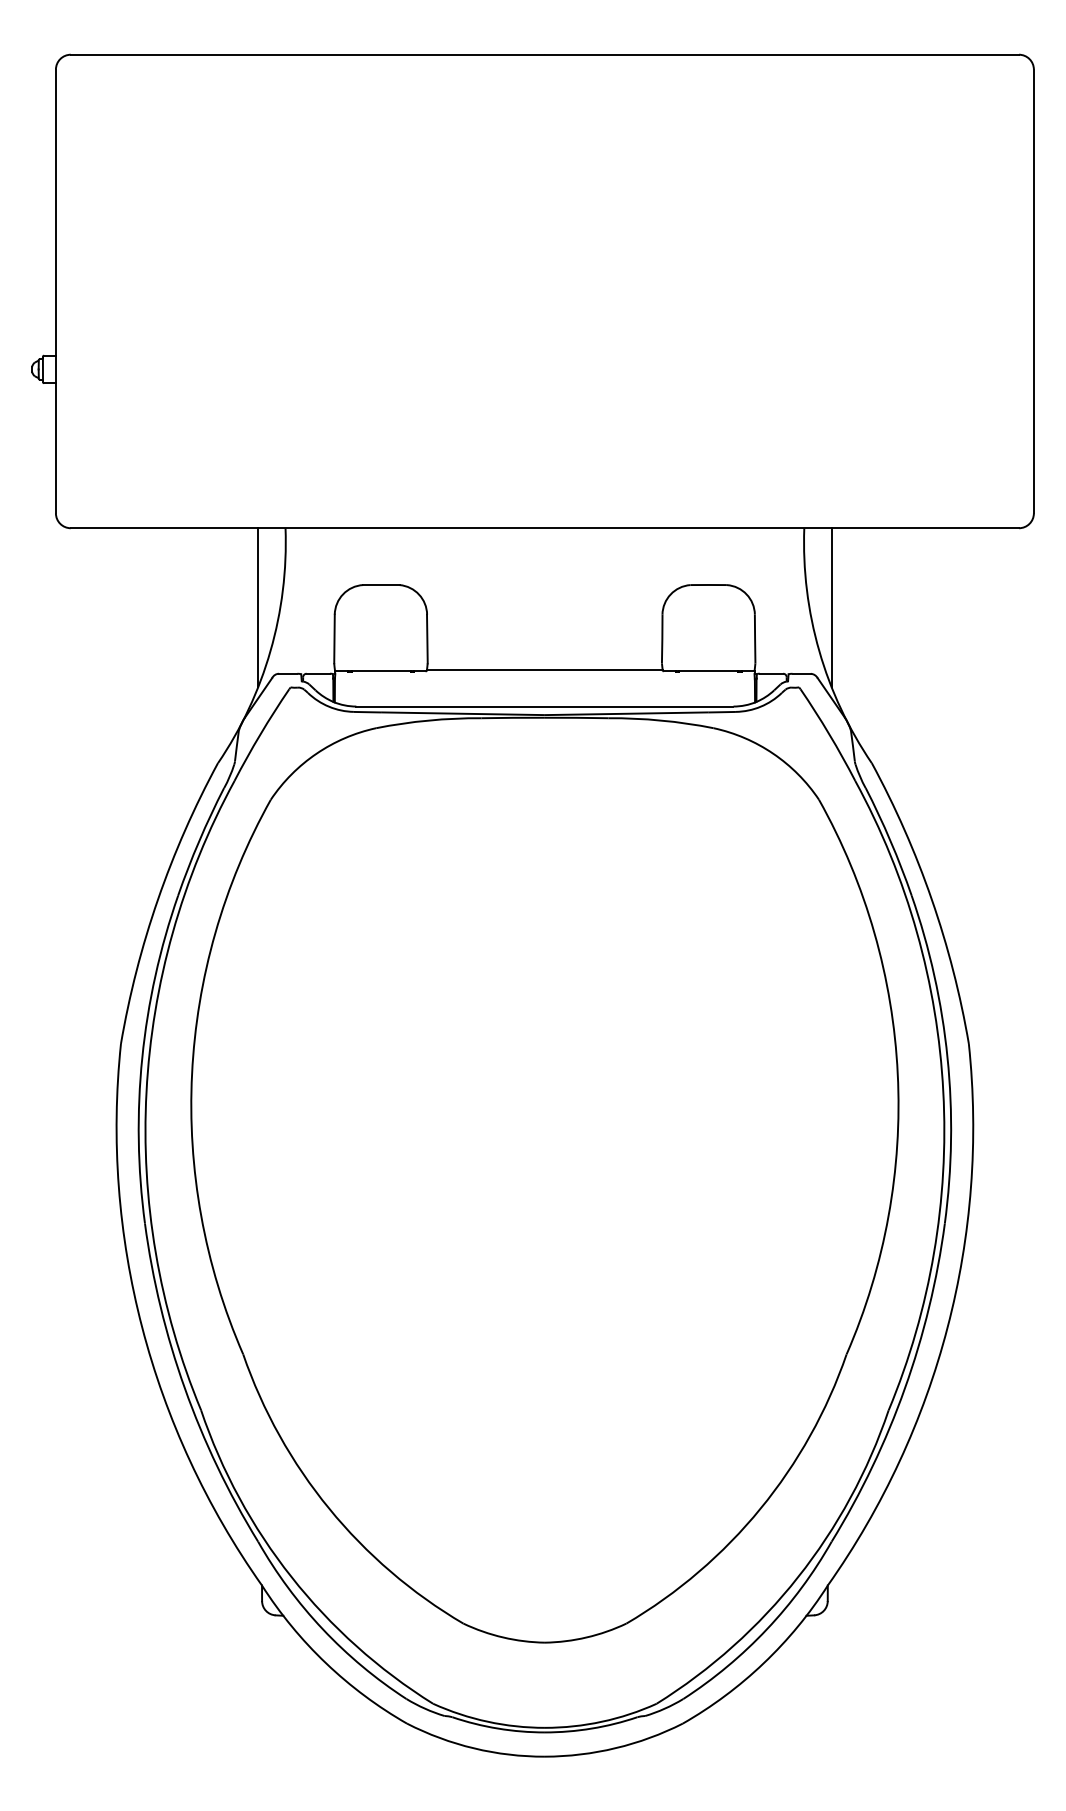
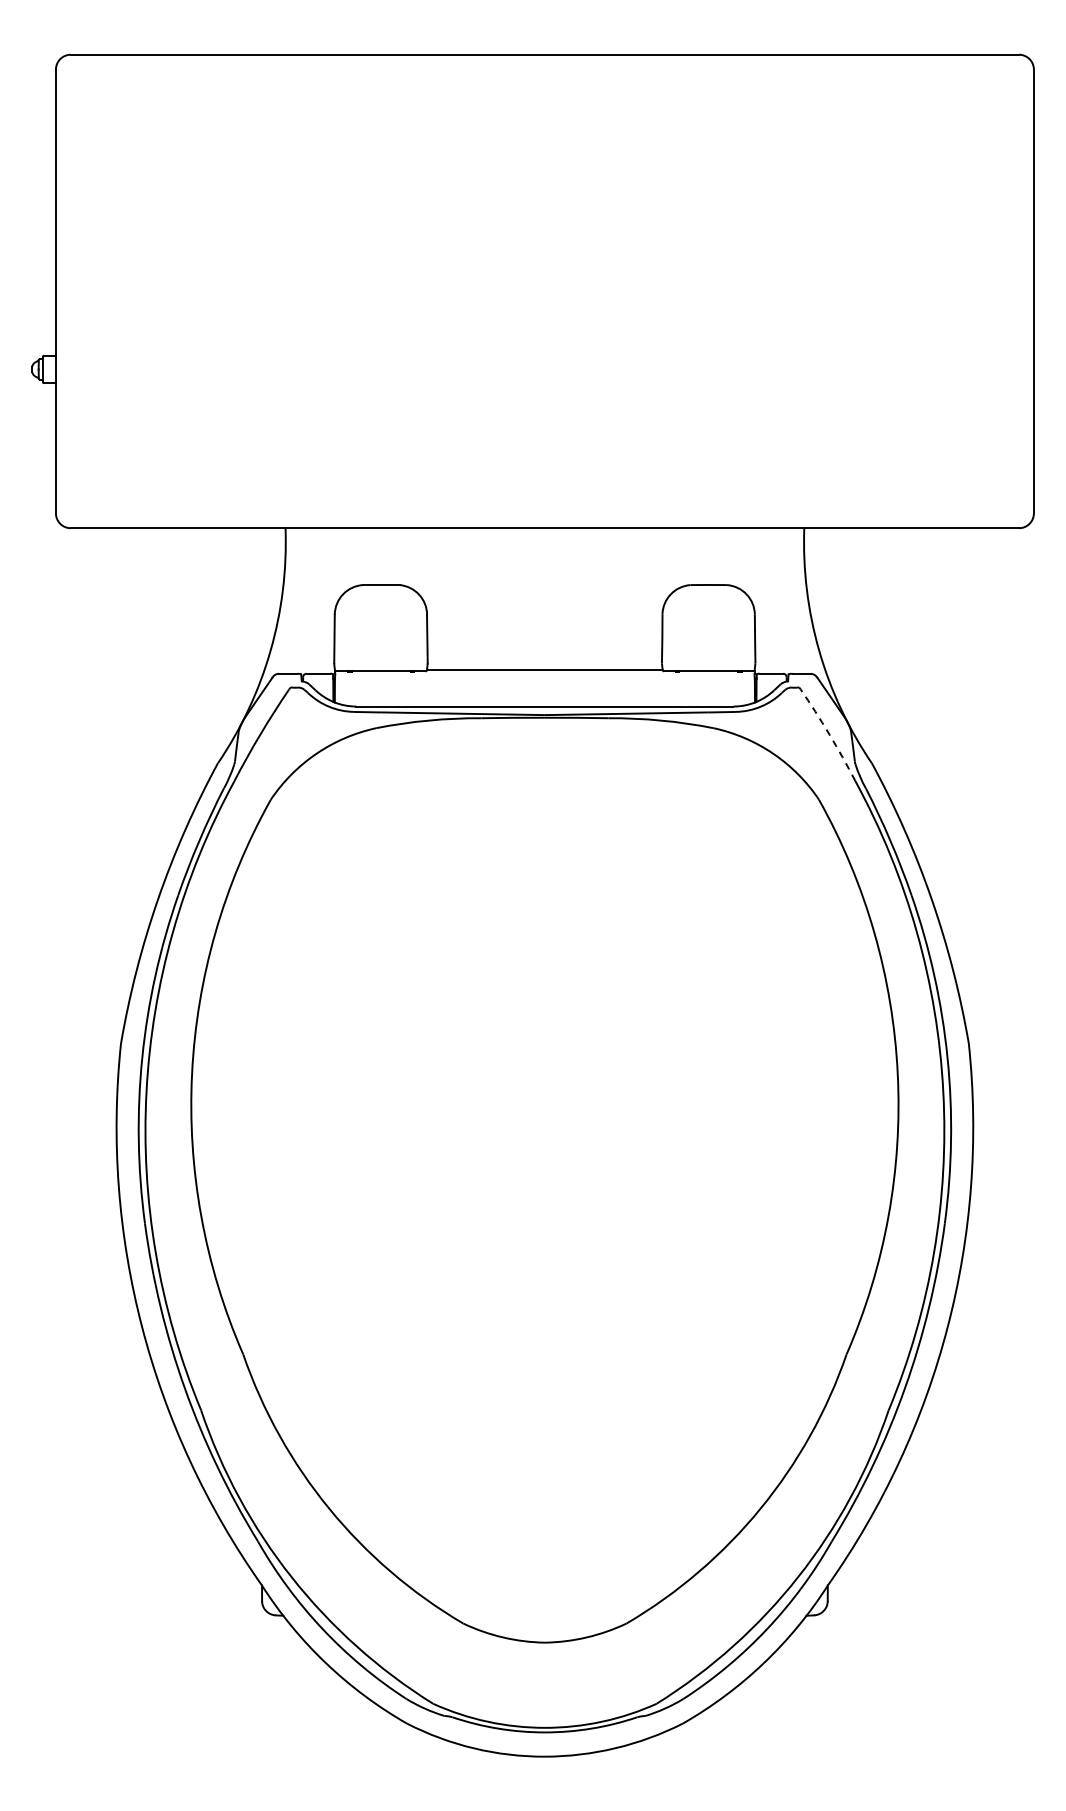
line at (258, 607): present -> none
line at (831, 607): present -> none
arc at (829, 734): solid -> dashed
